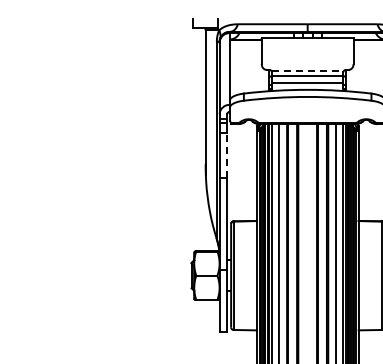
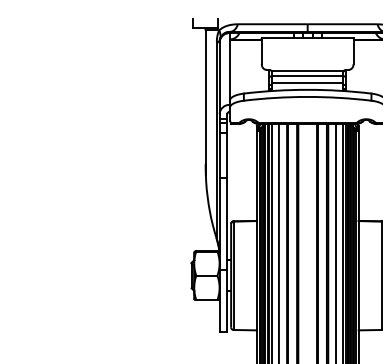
line at (308, 71): dashed -> solid
line at (227, 155): dashed -> solid
